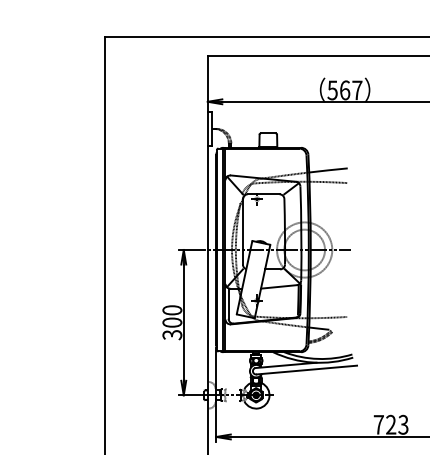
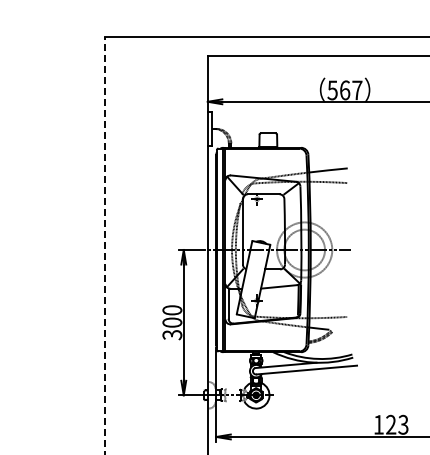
line at (104, 245): solid -> dashed
text at (378, 424): 723 -> 123
